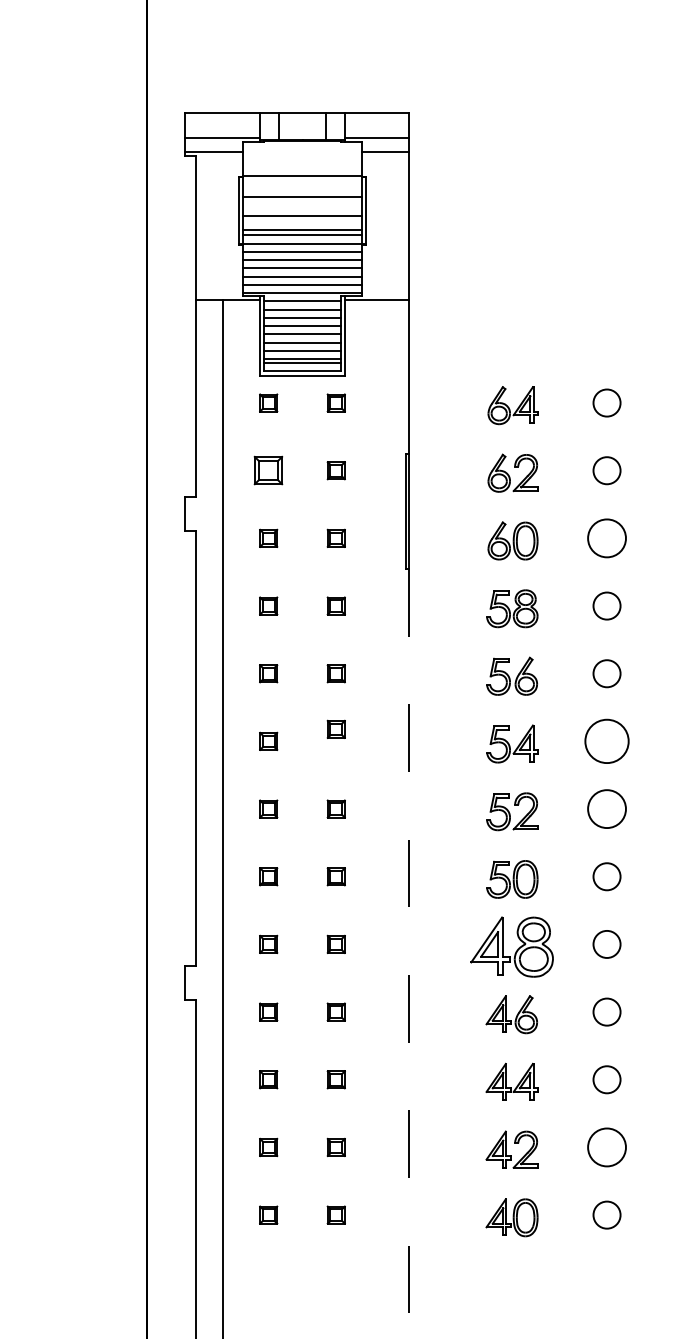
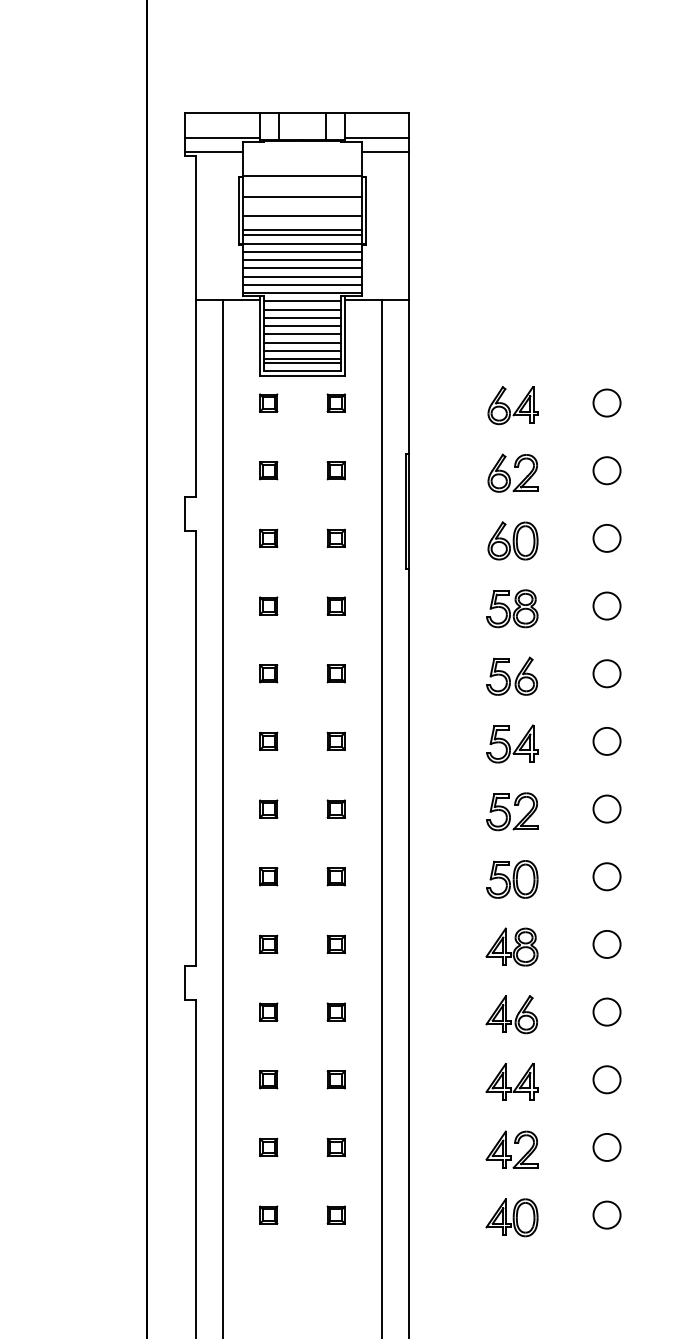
part at (268, 470) size: 31x31 px -> 20x20 px
circle at (606, 538) diameter: 38 px -> 27 px
part at (335, 728) position: (335, 728) -> (335, 740)
circle at (606, 741) diameter: 43 px -> 27 px
circle at (606, 809) diameter: 38 px -> 27 px
line at (382, 817): none -> present
part at (511, 946) size: 84x62 px -> 54x40 px
line at (409, 953): dashed -> solid
circle at (606, 1147) diameter: 38 px -> 27 px
